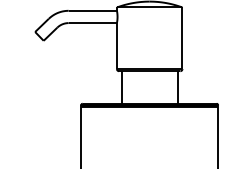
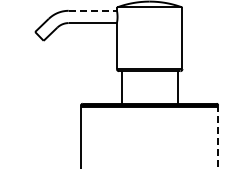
line at (93, 10): solid -> dashed
line at (218, 137): solid -> dashed
